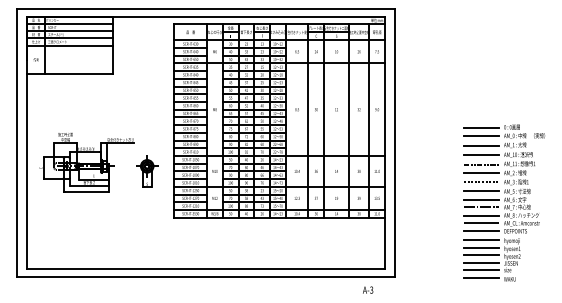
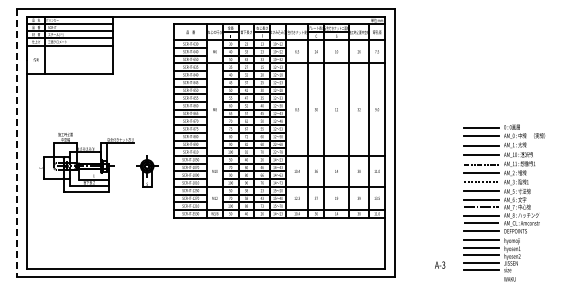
line at (16, 142): solid -> dashed
line at (481, 277): present -> none
text at (368, 289) position: (368, 289) -> (440, 264)
